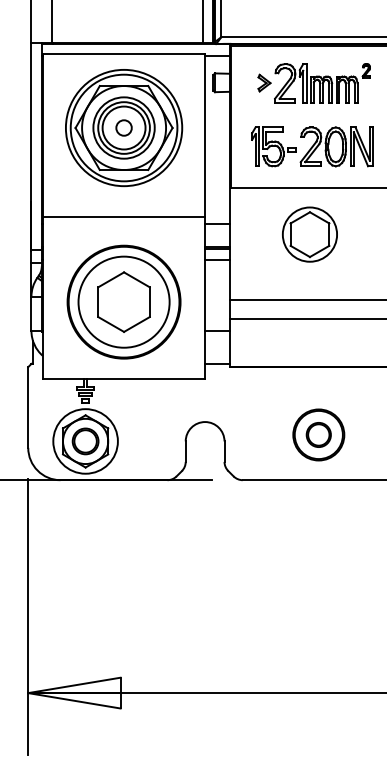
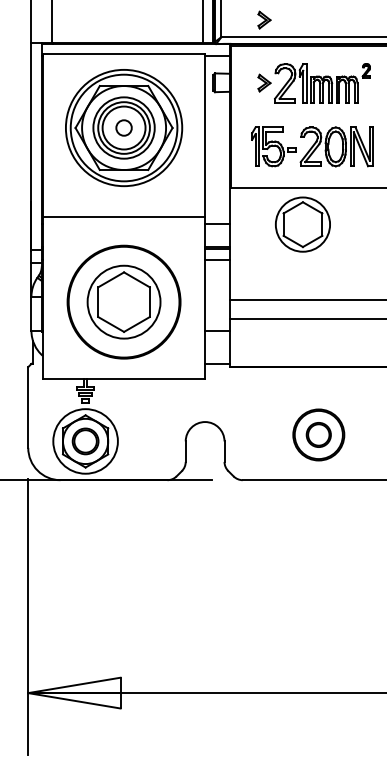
part at (264, 19): none -> present
part at (309, 234) position: (309, 234) -> (302, 224)
circle at (123, 301) diameter: 91 px -> 73 px
